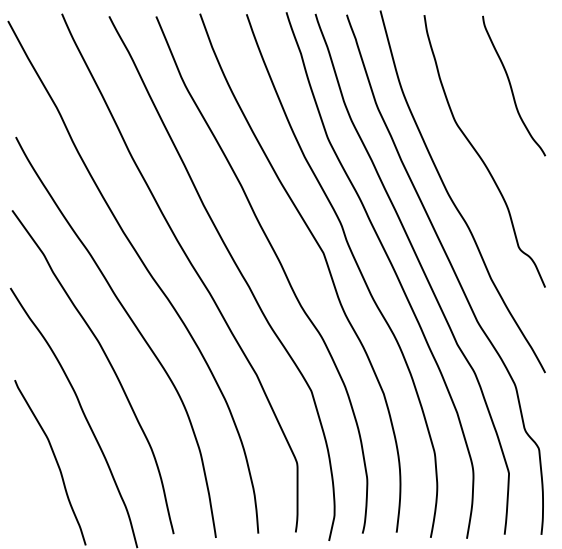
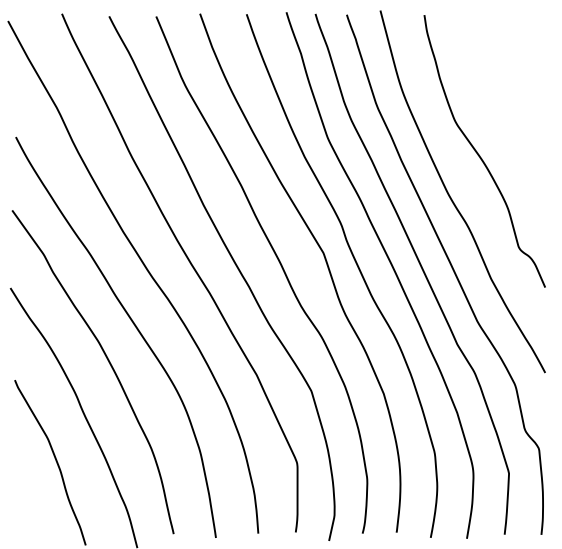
curve at (511, 85): present -> none
